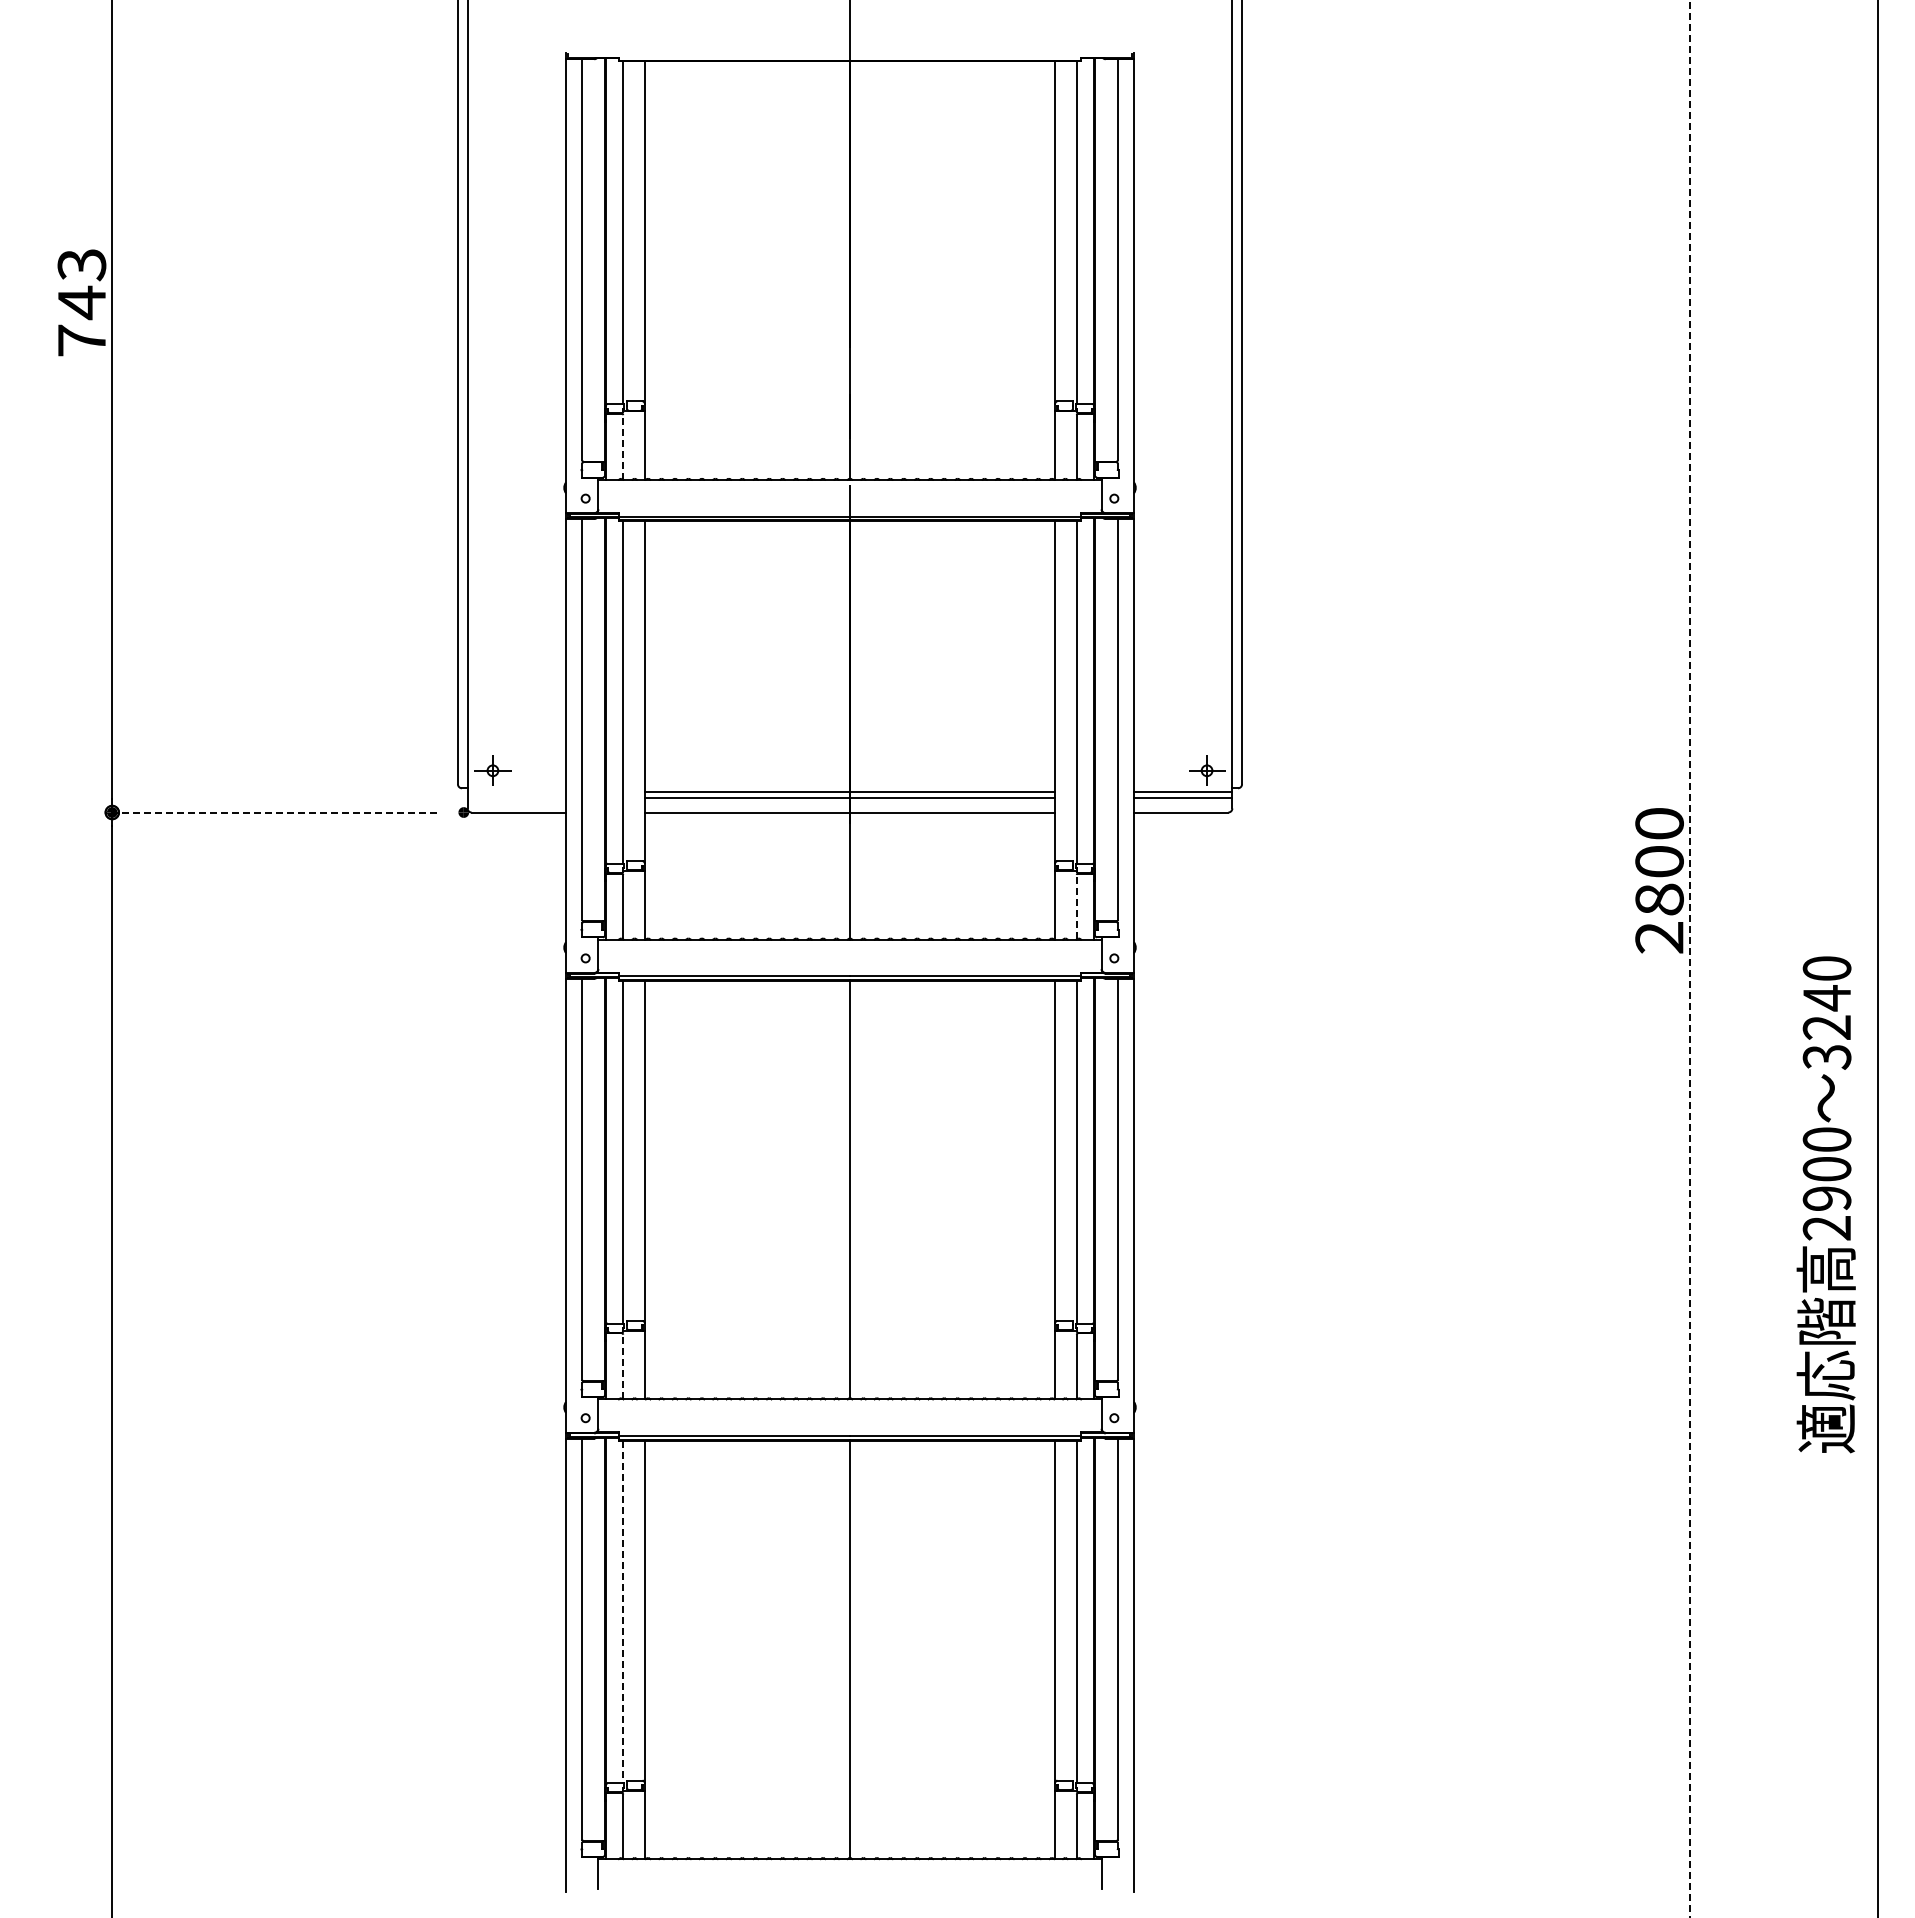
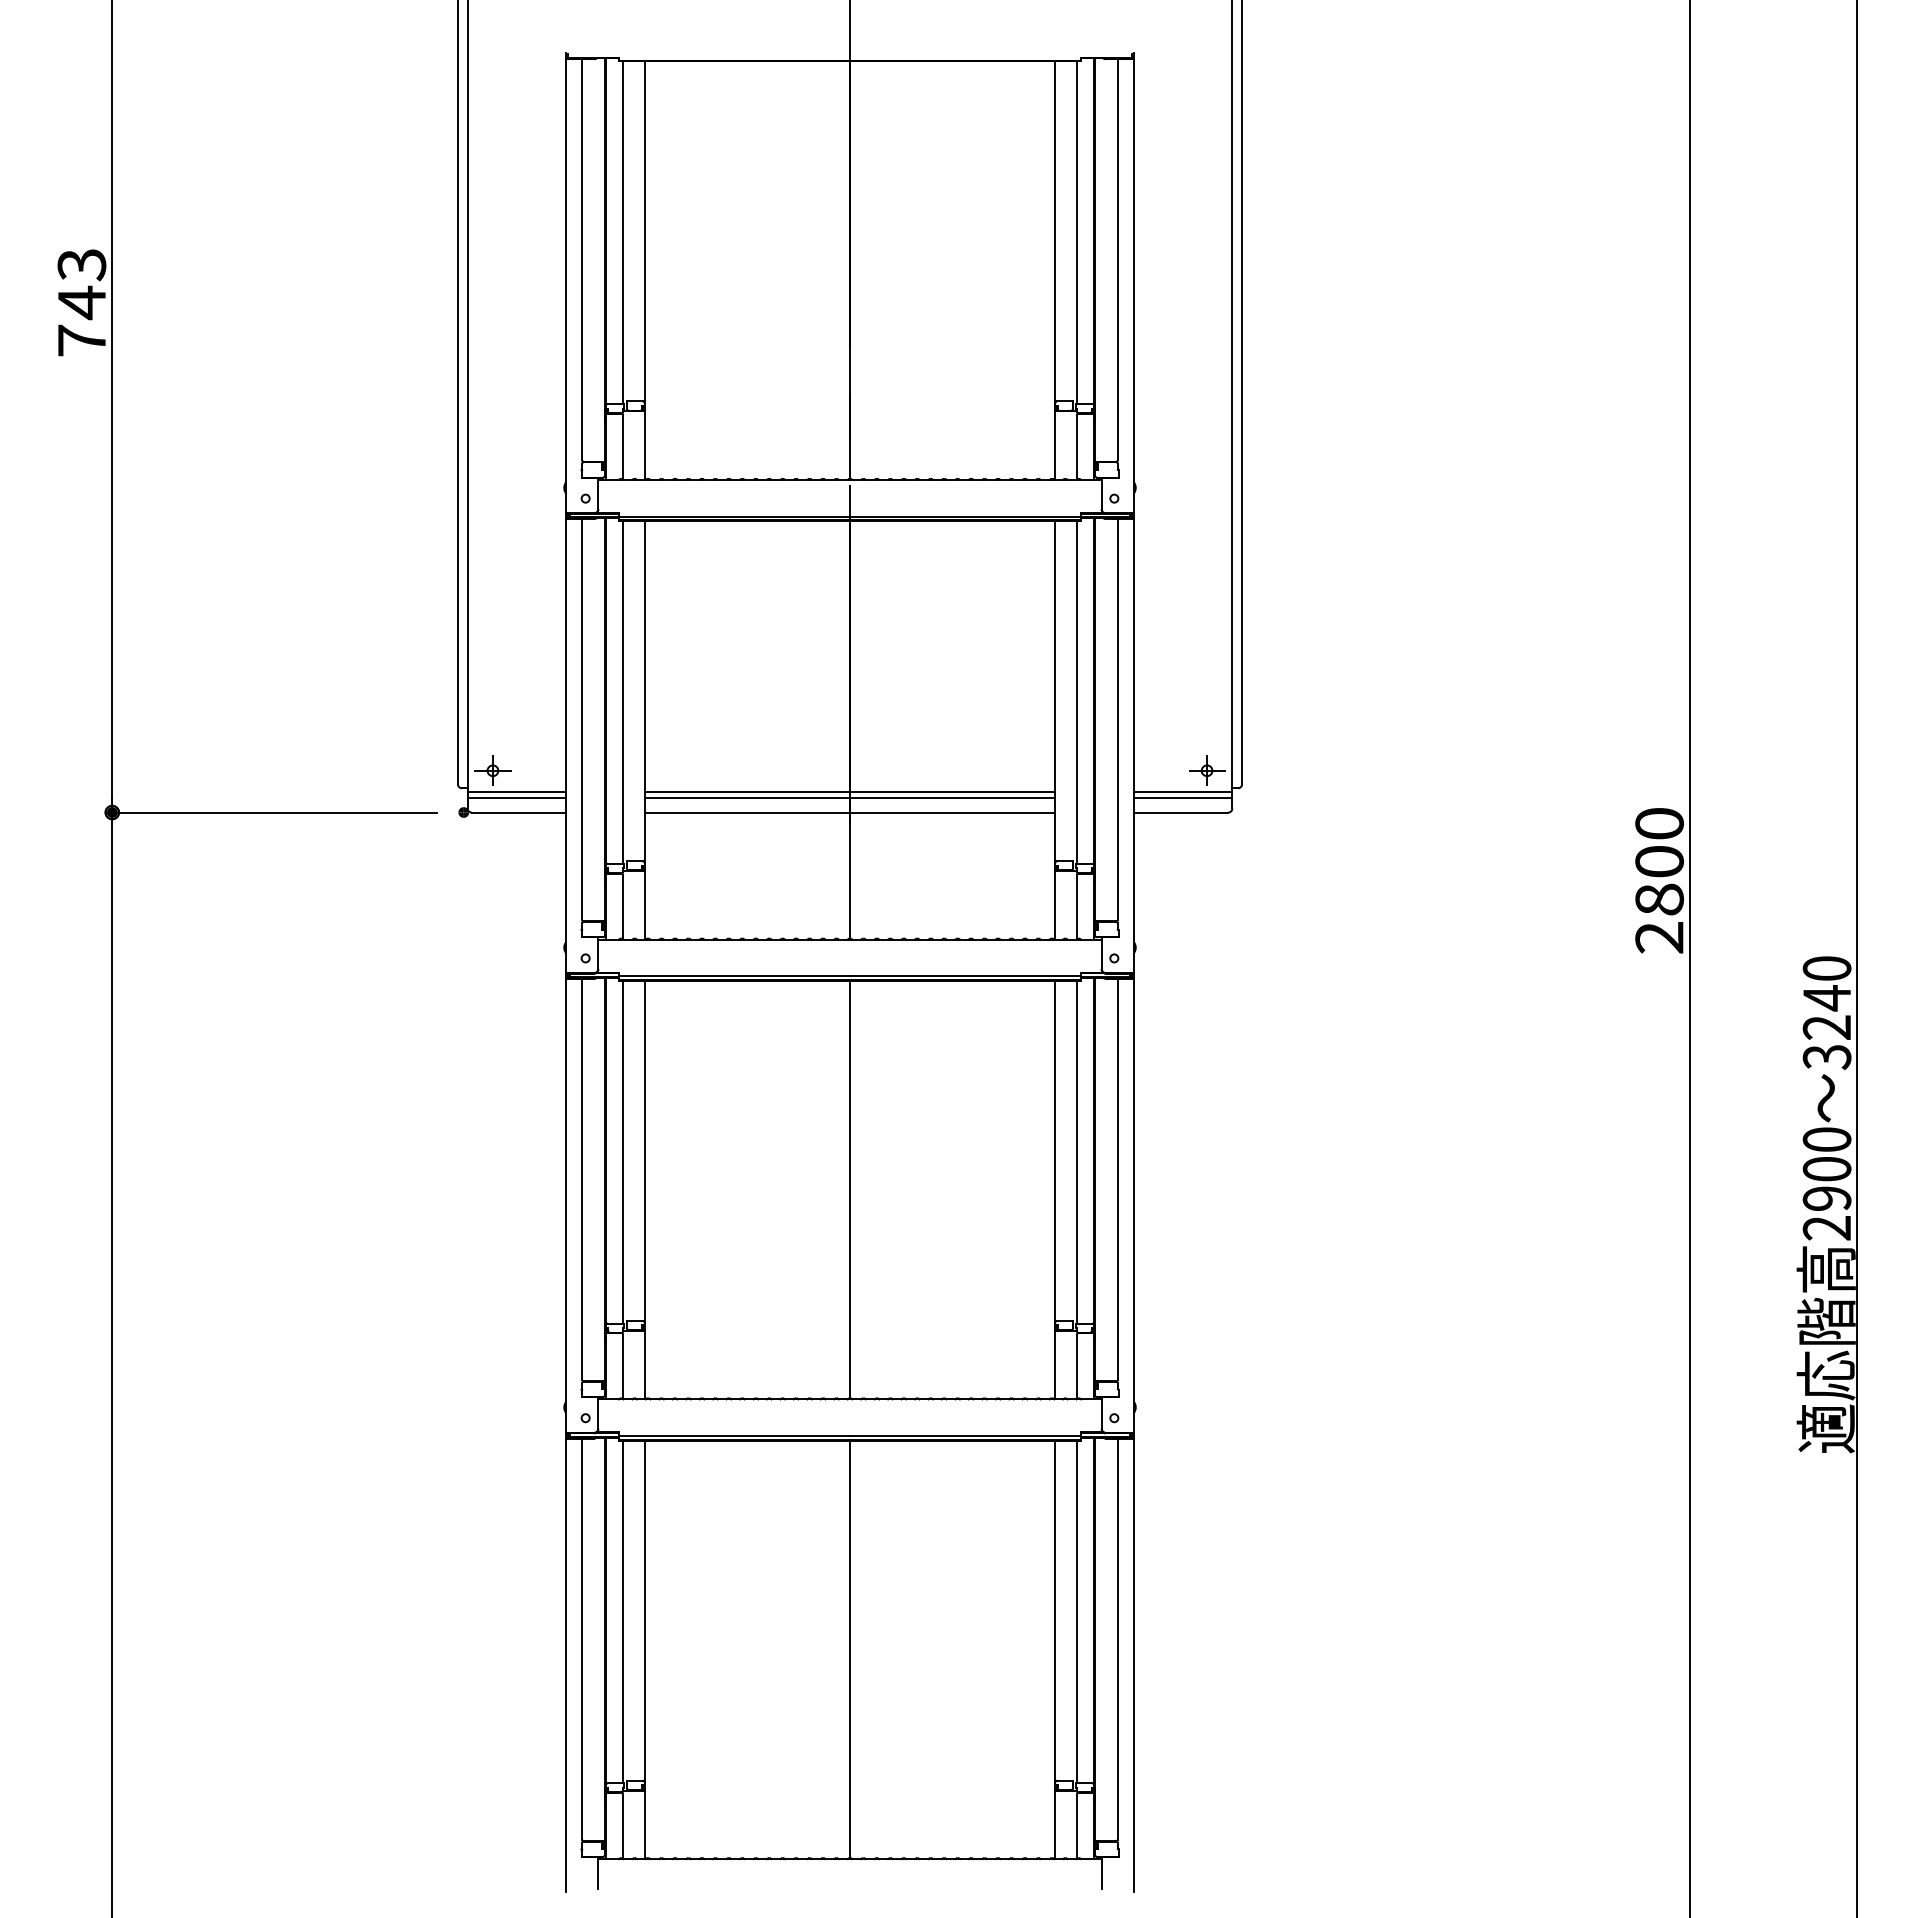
line at (623, 446): dashed -> solid
line at (516, 792): none -> present
line at (516, 797): none -> present
line at (271, 812): dashed -> solid
line at (1076, 906): dashed -> solid
line at (1878, 958) position: (1878, 958) -> (1857, 958)
line at (1689, 959): dashed -> solid
line at (623, 1366): dashed -> solid
line at (623, 1612): dashed -> solid
